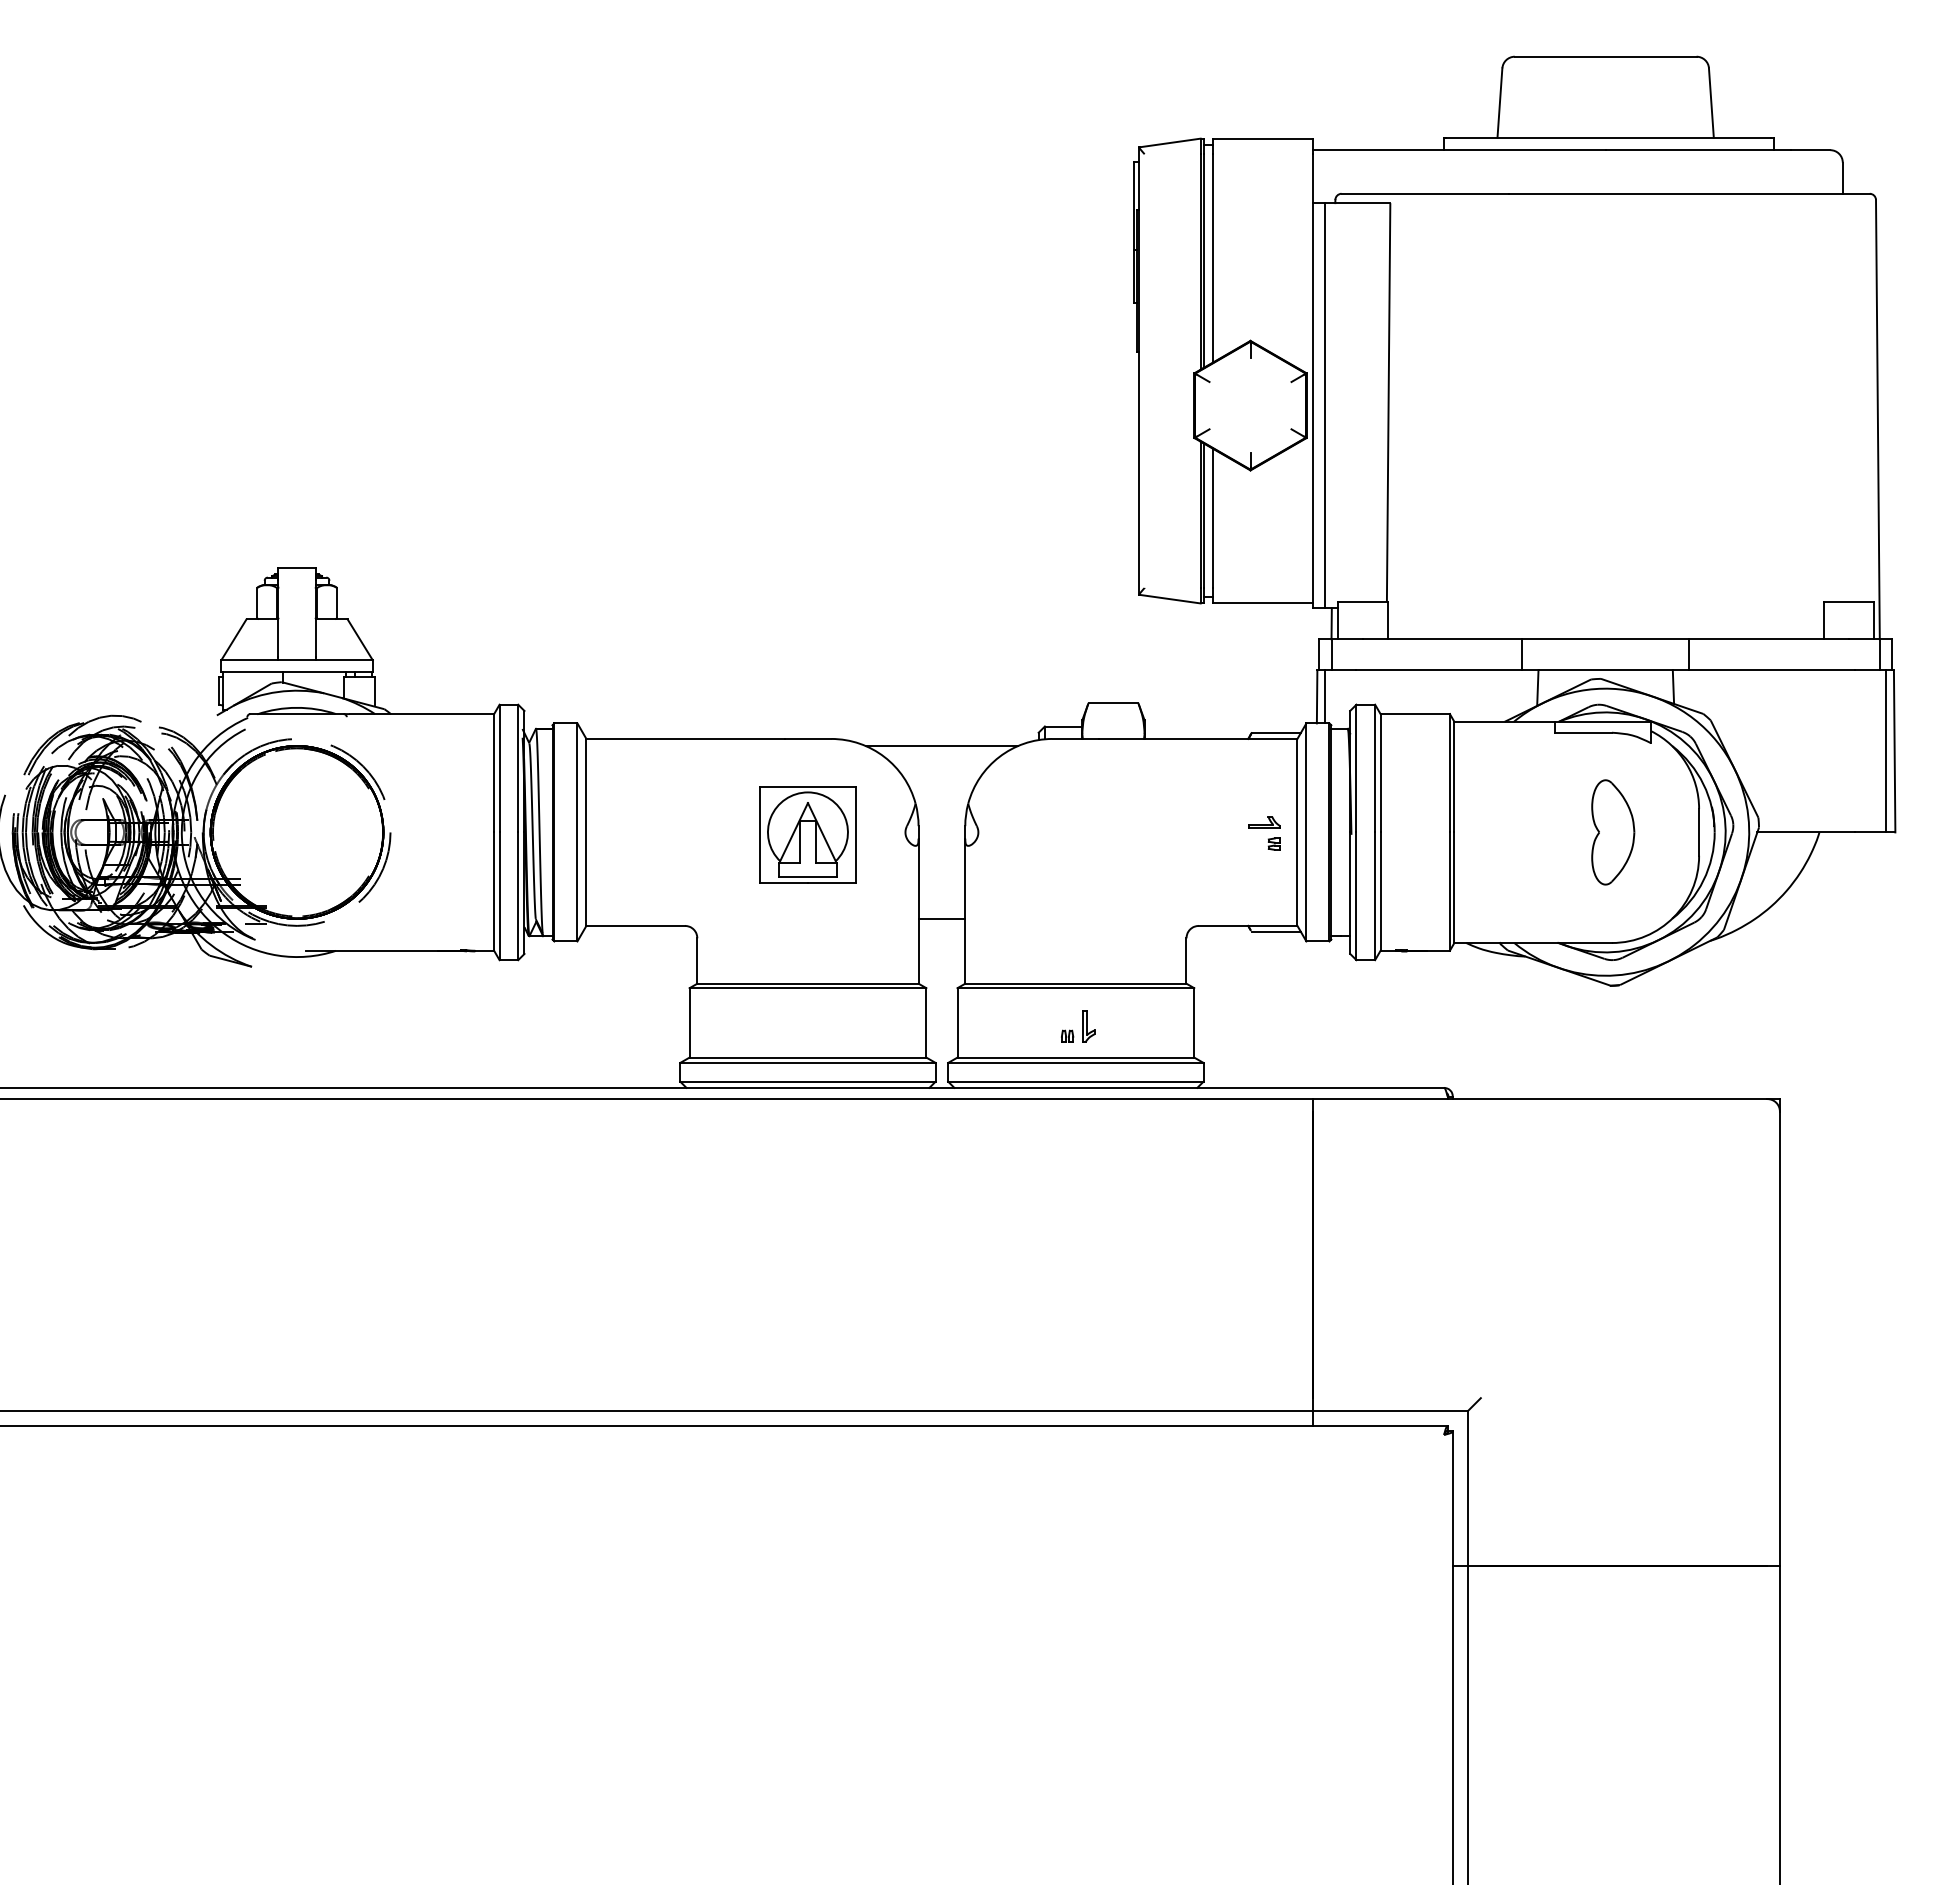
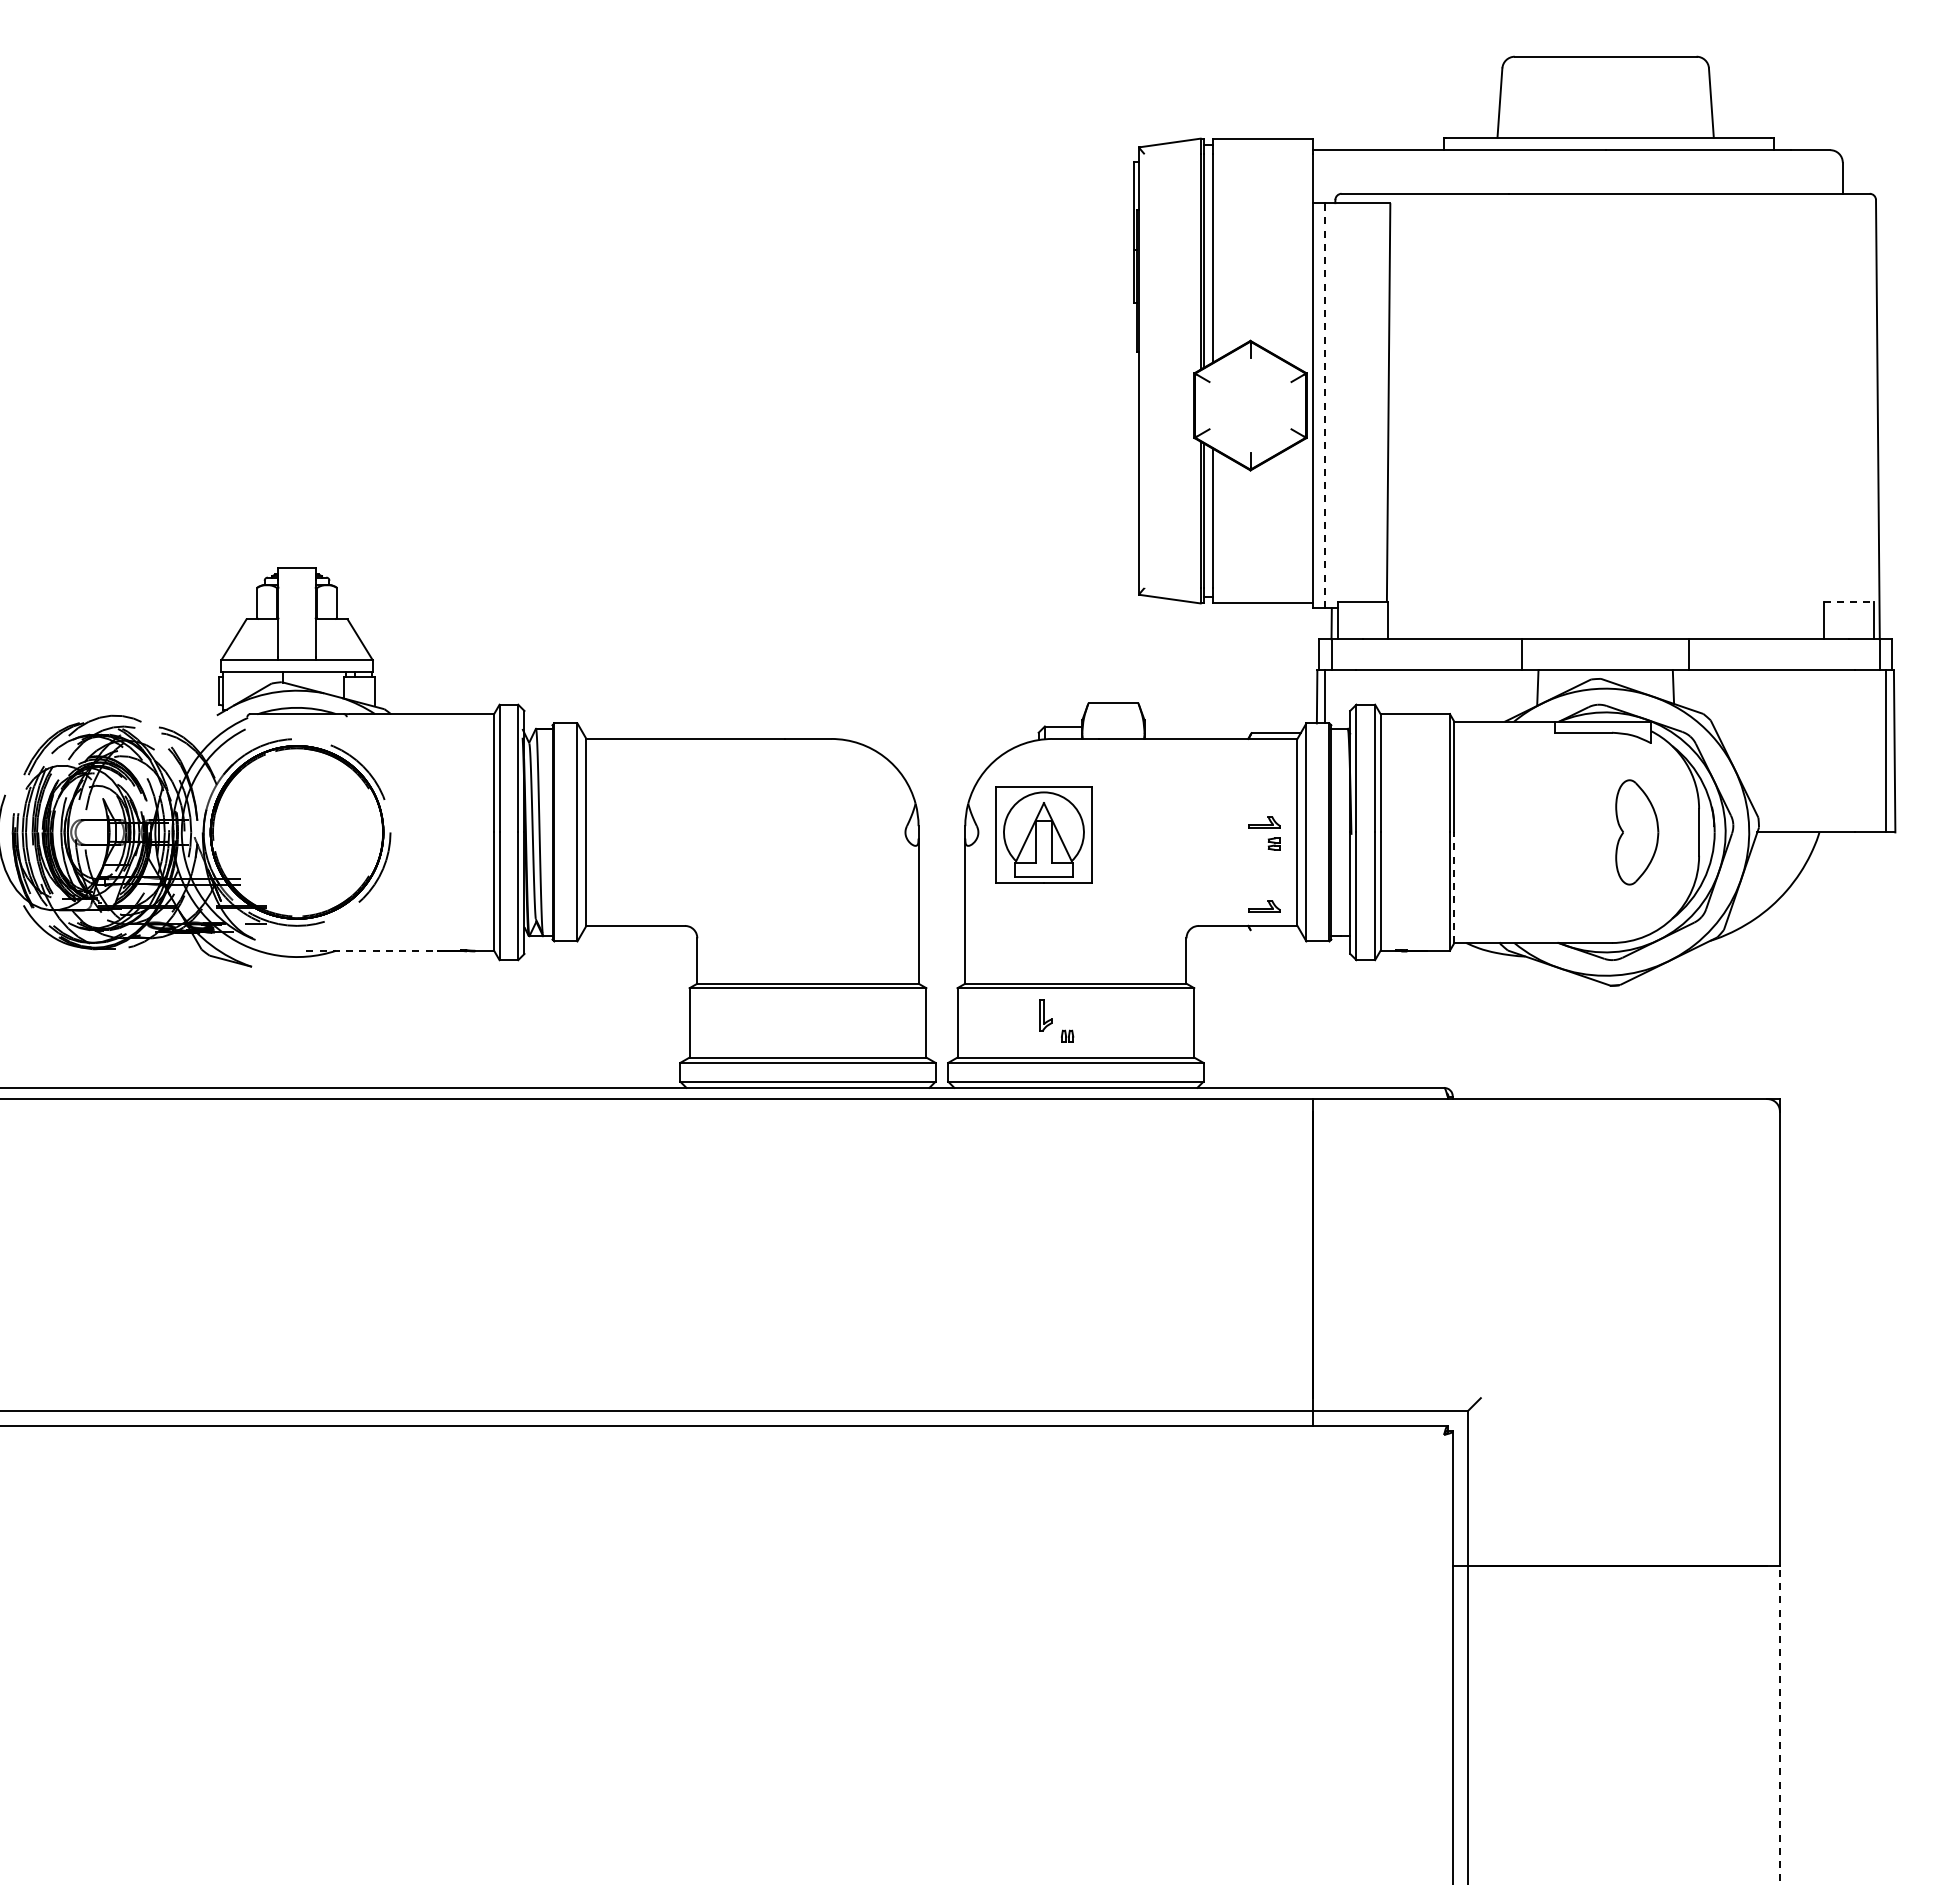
line at (1325, 405): solid -> dashed
line at (1848, 601): solid -> dashed
line at (941, 746): present -> none
part at (1613, 832) position: (1613, 832) -> (1637, 832)
part at (807, 834) position: (807, 834) -> (1043, 834)
line at (1454, 887): solid -> dashed
part at (1264, 906): none -> present
line at (941, 918): present -> none
line at (1275, 931): present -> none
line at (372, 950): solid -> dashed
part at (1088, 1026) position: (1088, 1026) -> (1045, 1015)
line at (1779, 1725): solid -> dashed
